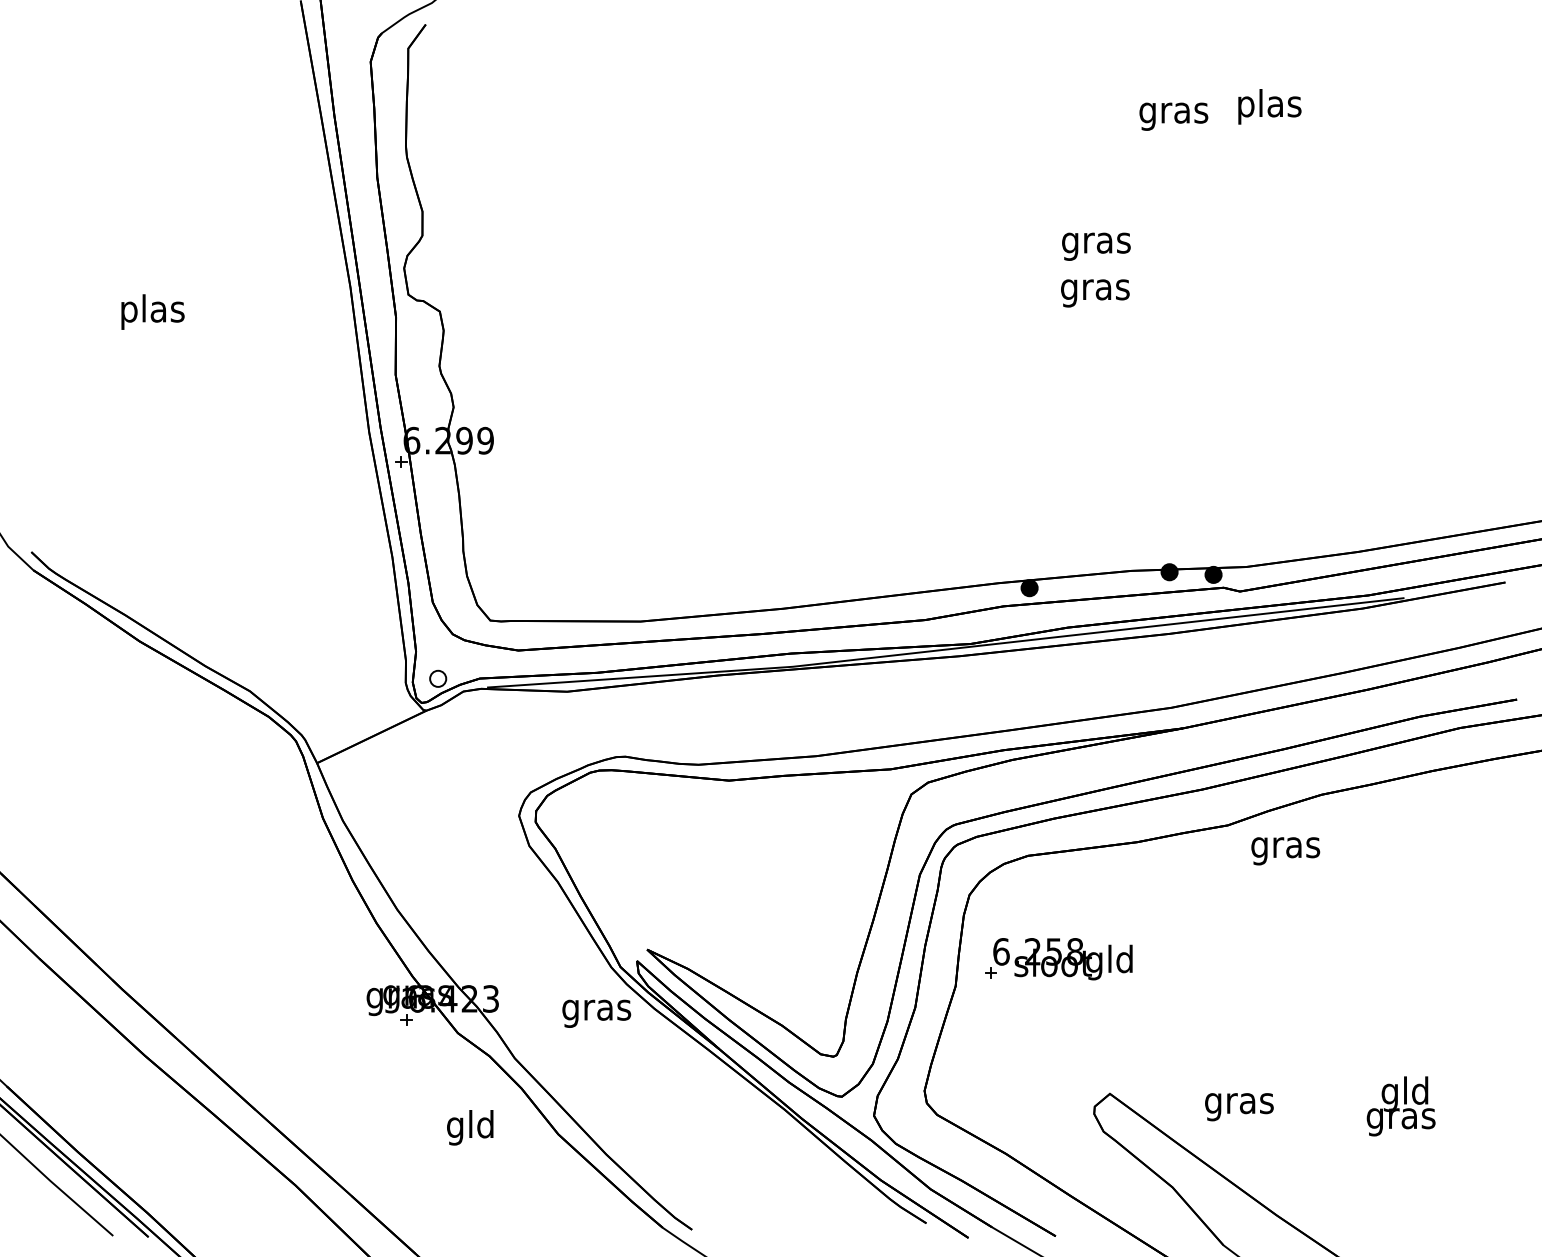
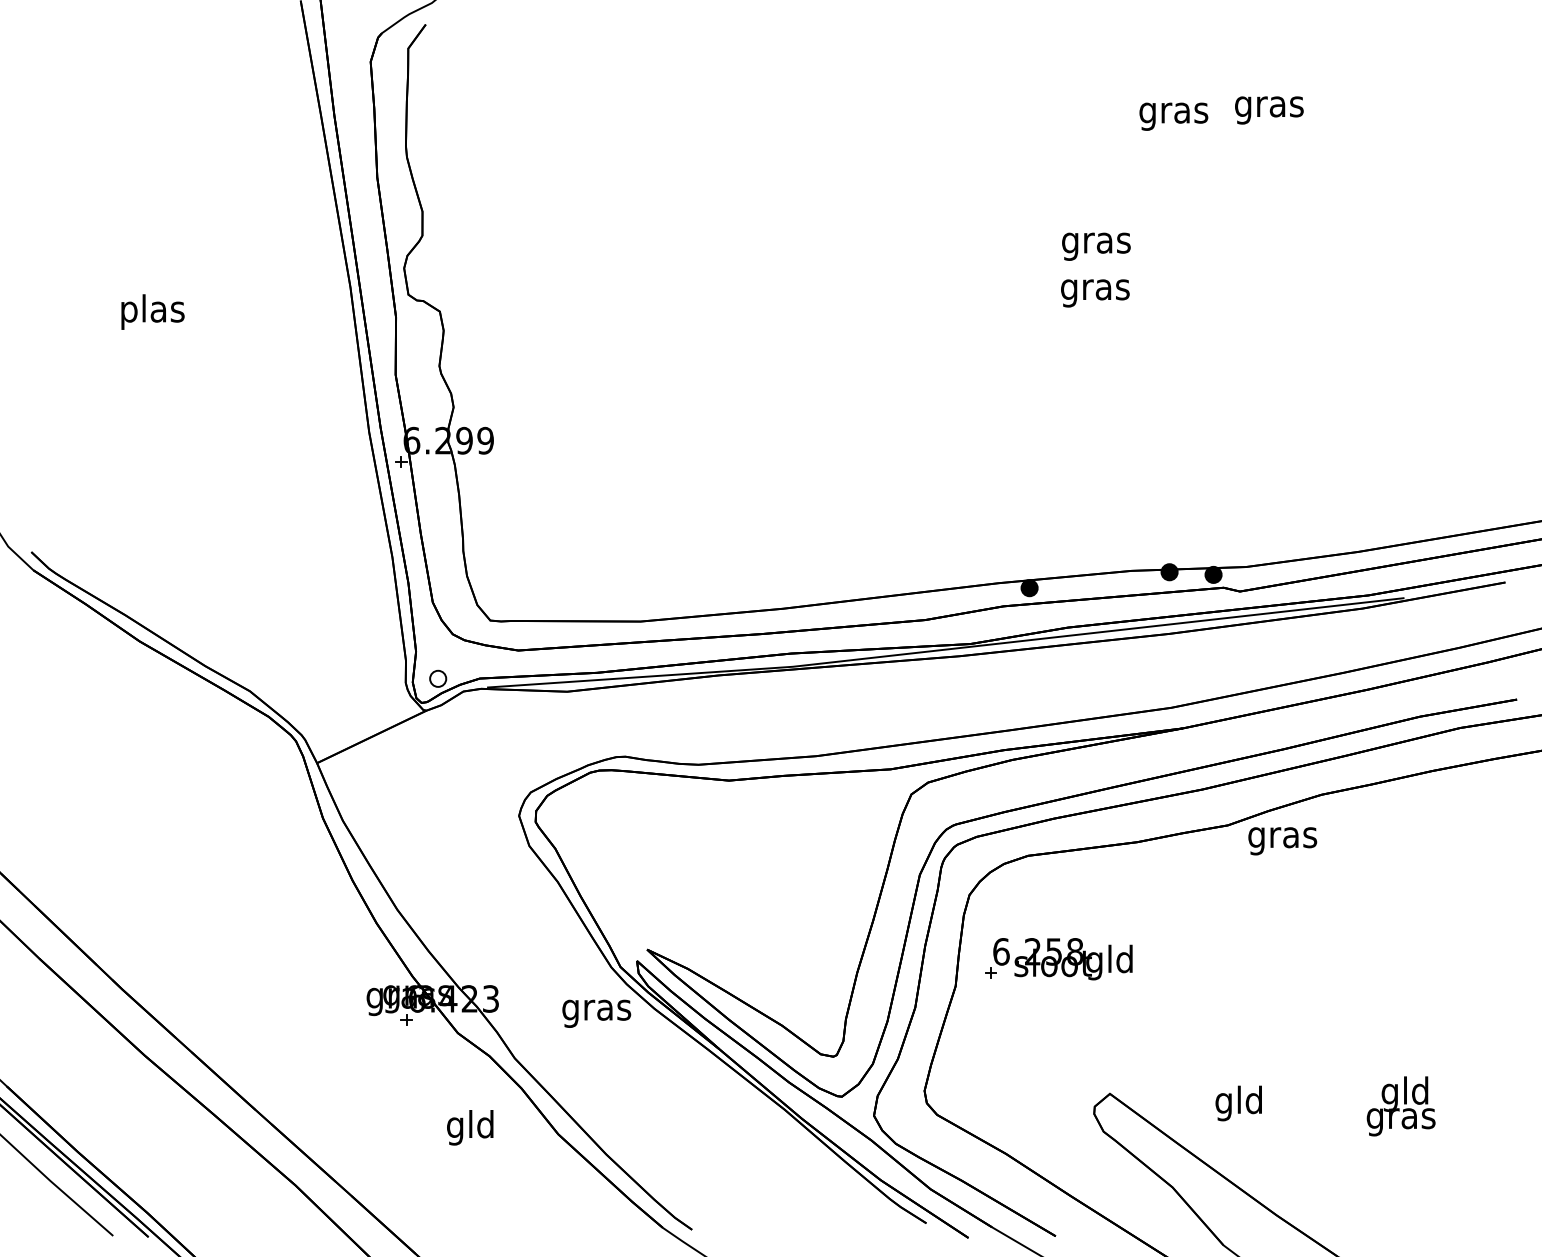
text at (1269, 106): plas -> gras
text at (1285, 851) position: (1285, 851) -> (1282, 841)
text at (1239, 1103): gras -> gld
